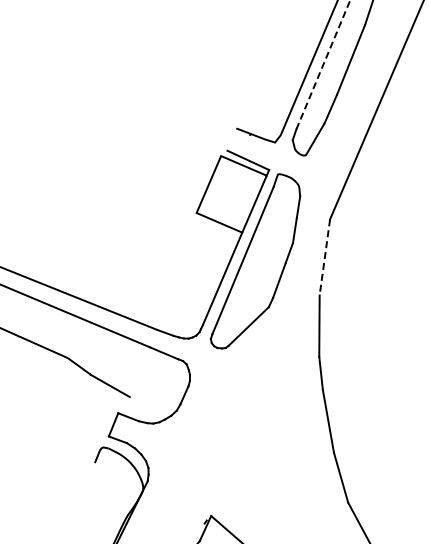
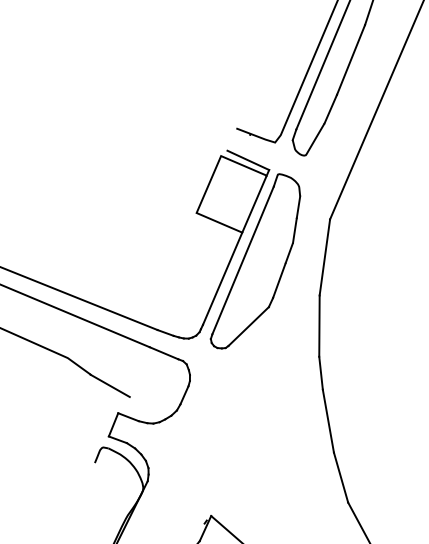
line at (323, 65): dashed -> solid
line at (324, 257): dashed -> solid
